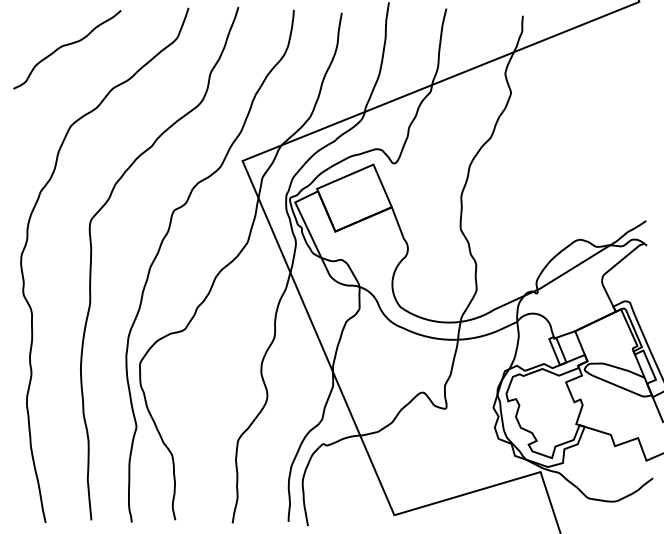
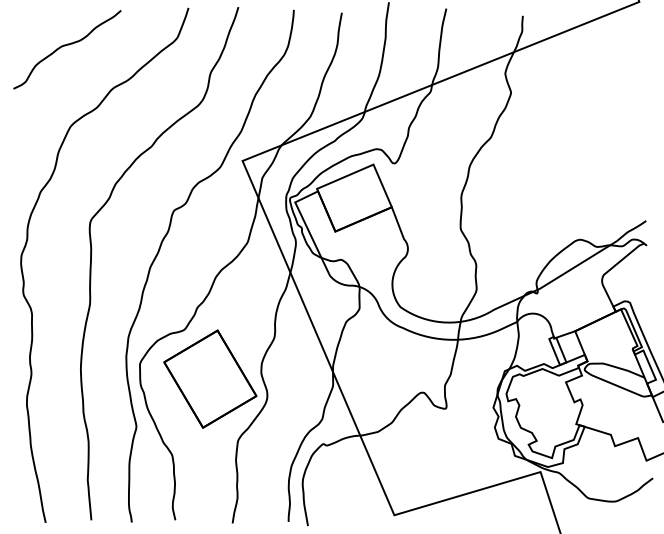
part at (210, 378): none -> present
